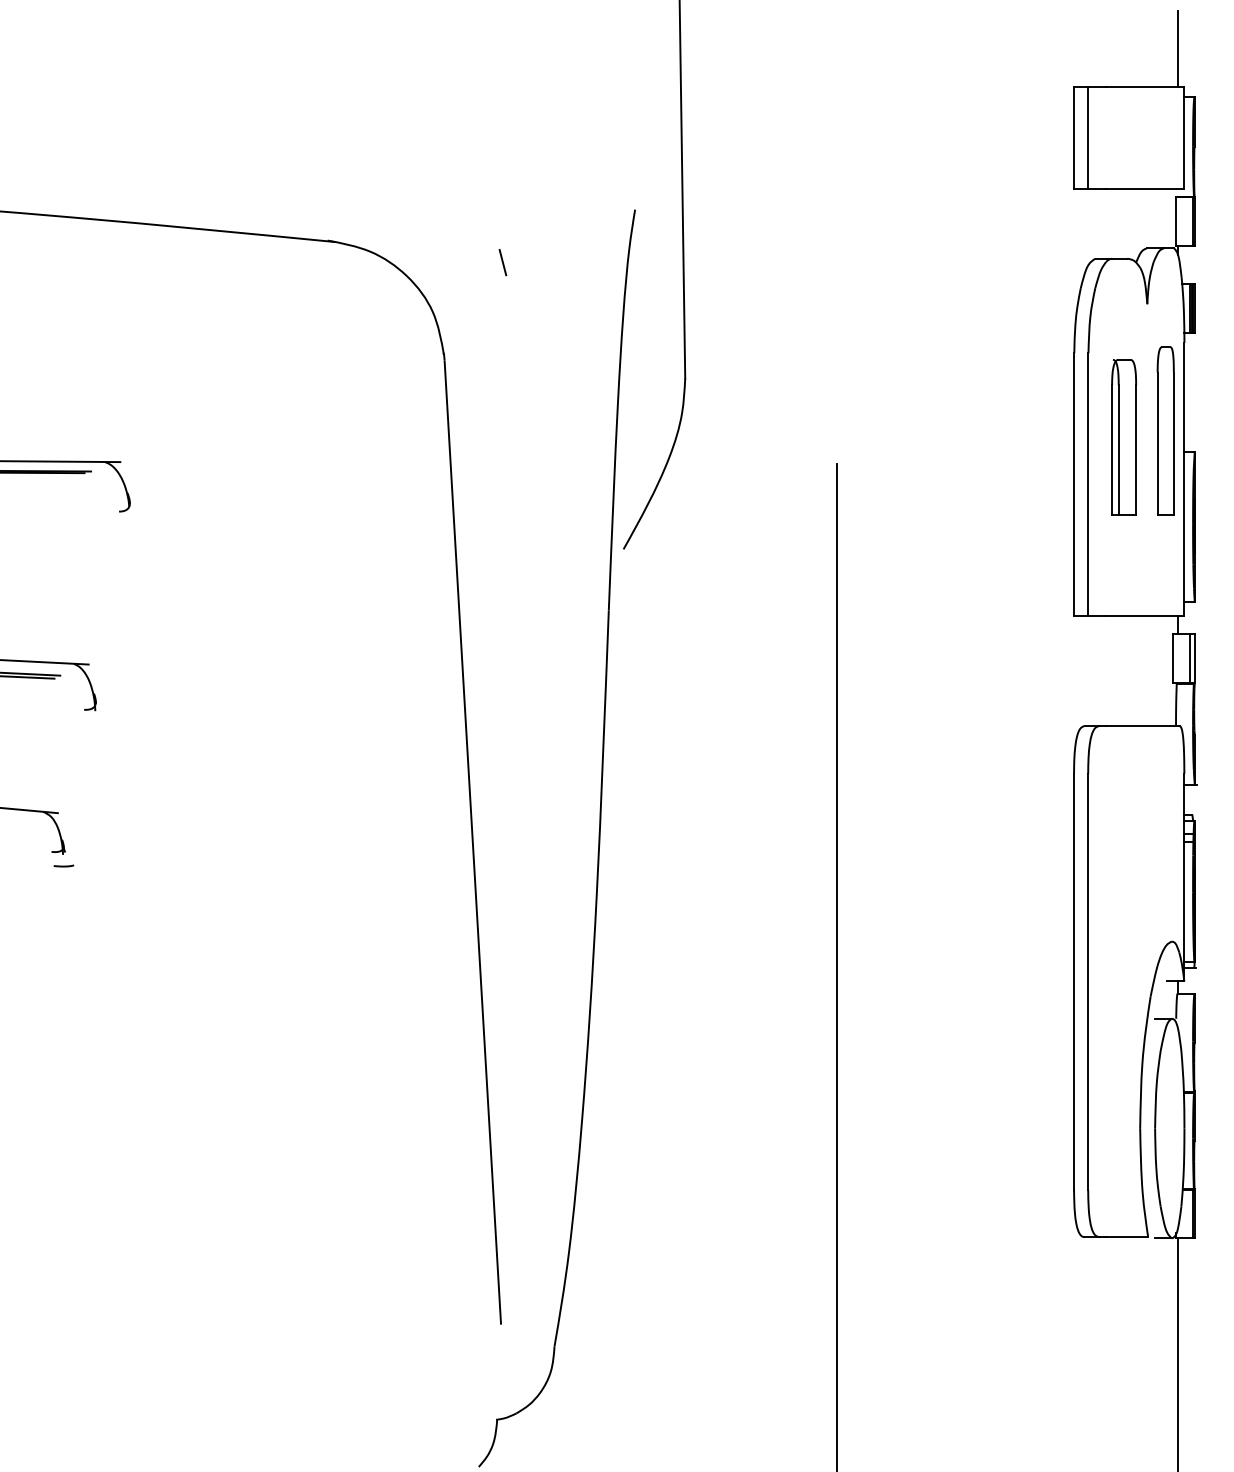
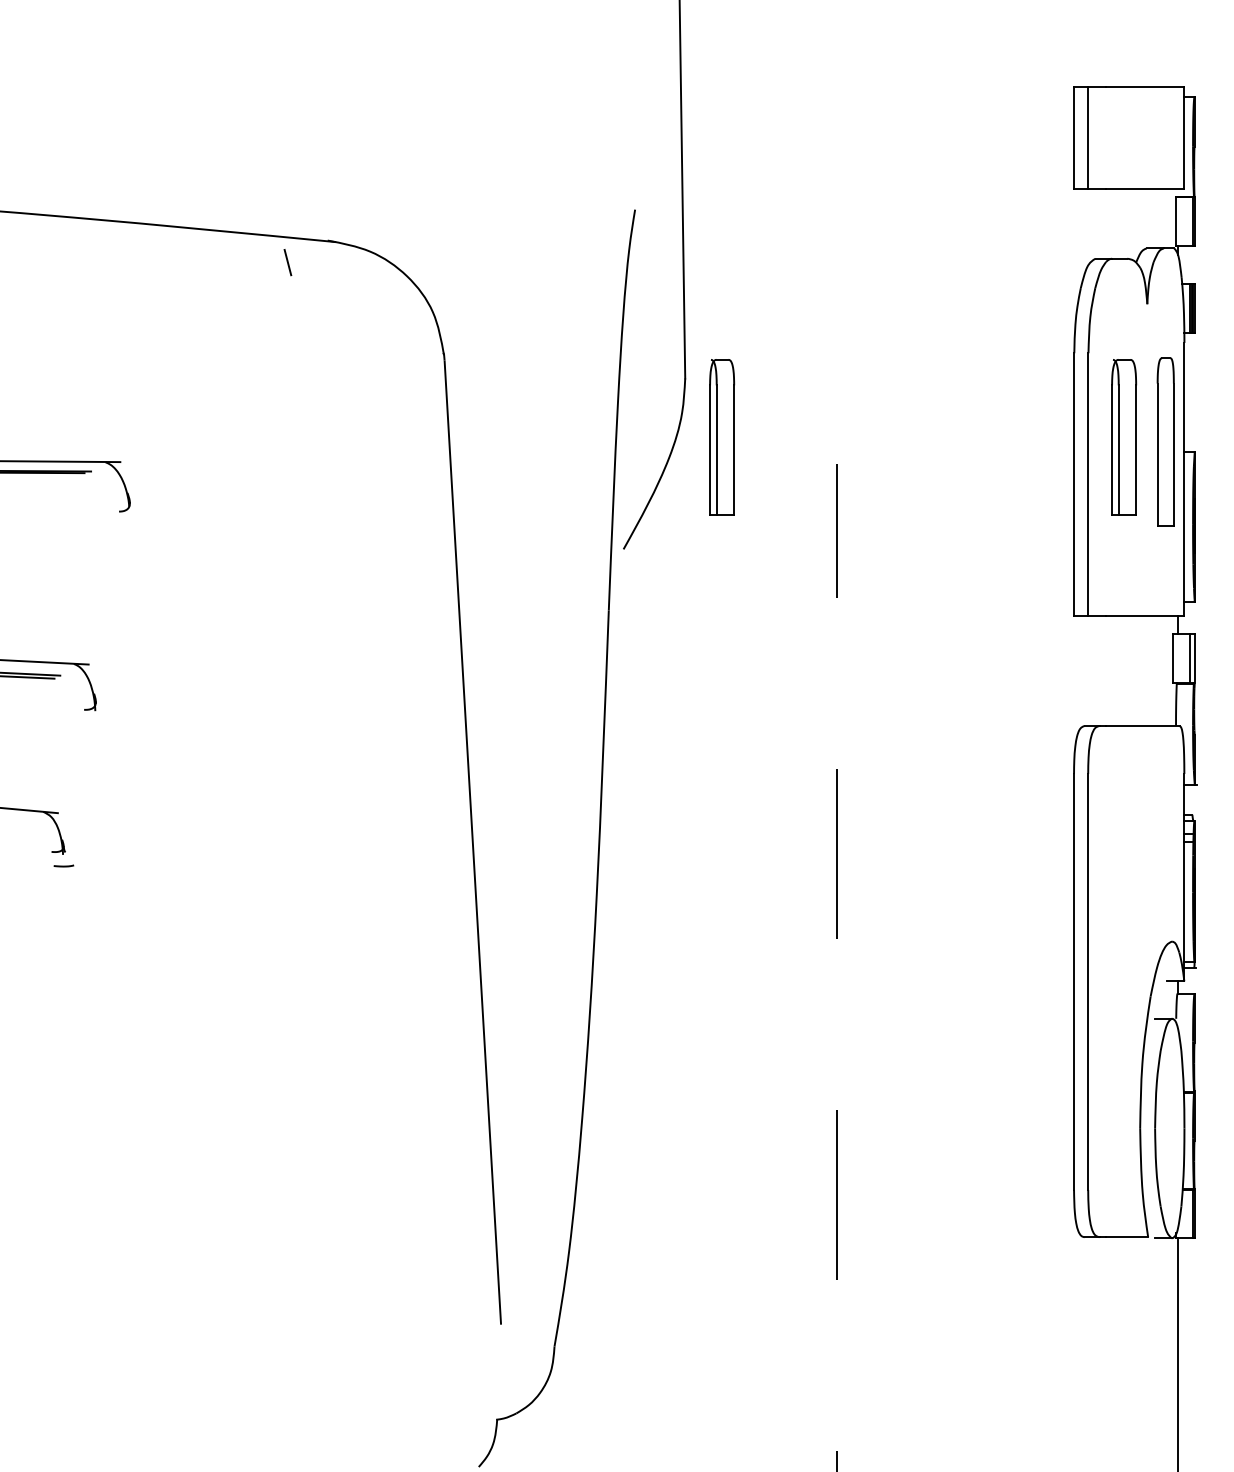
line at (1177, 48): present -> none
line at (502, 262) position: (502, 262) -> (287, 262)
part at (1165, 430) position: (1165, 430) -> (1165, 441)
part at (722, 437): none -> present
line at (836, 967): solid -> dashed
